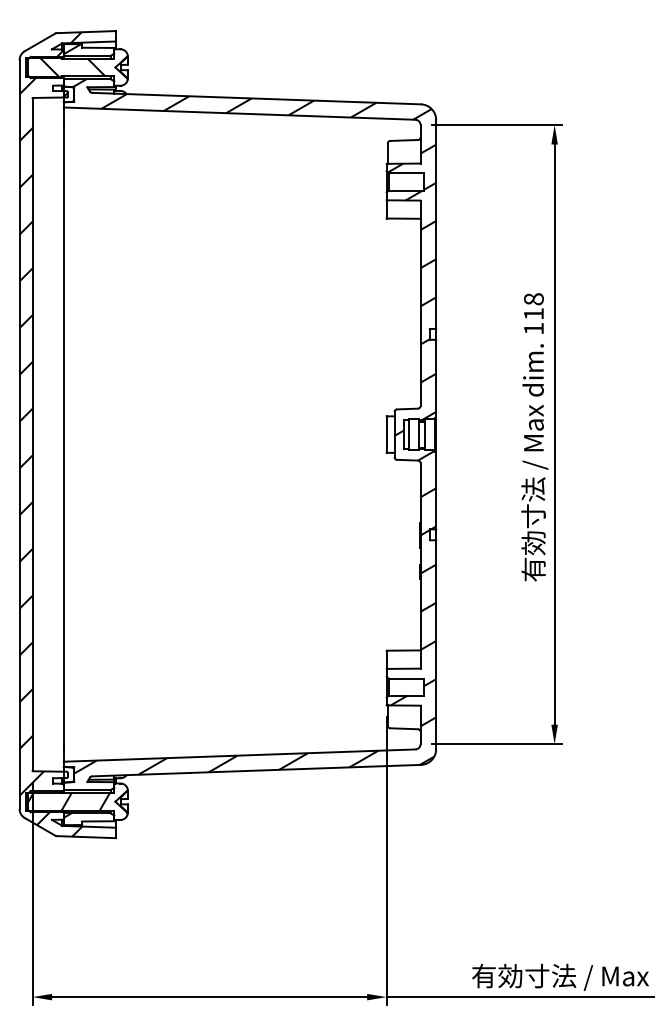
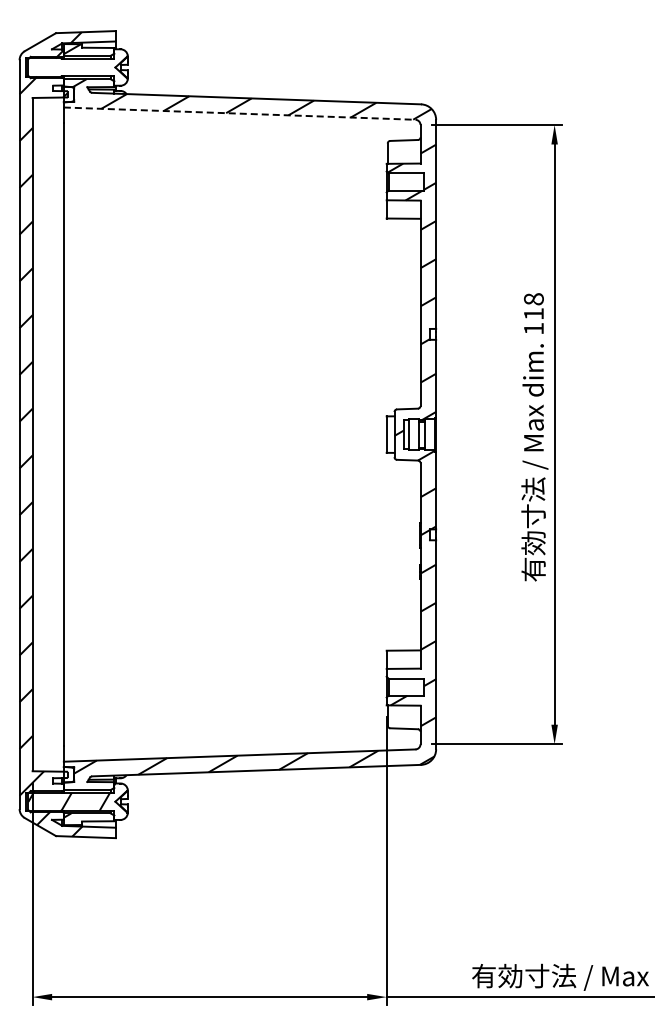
hatch at (76, 70): present -> none
line at (239, 113): solid -> dashed
